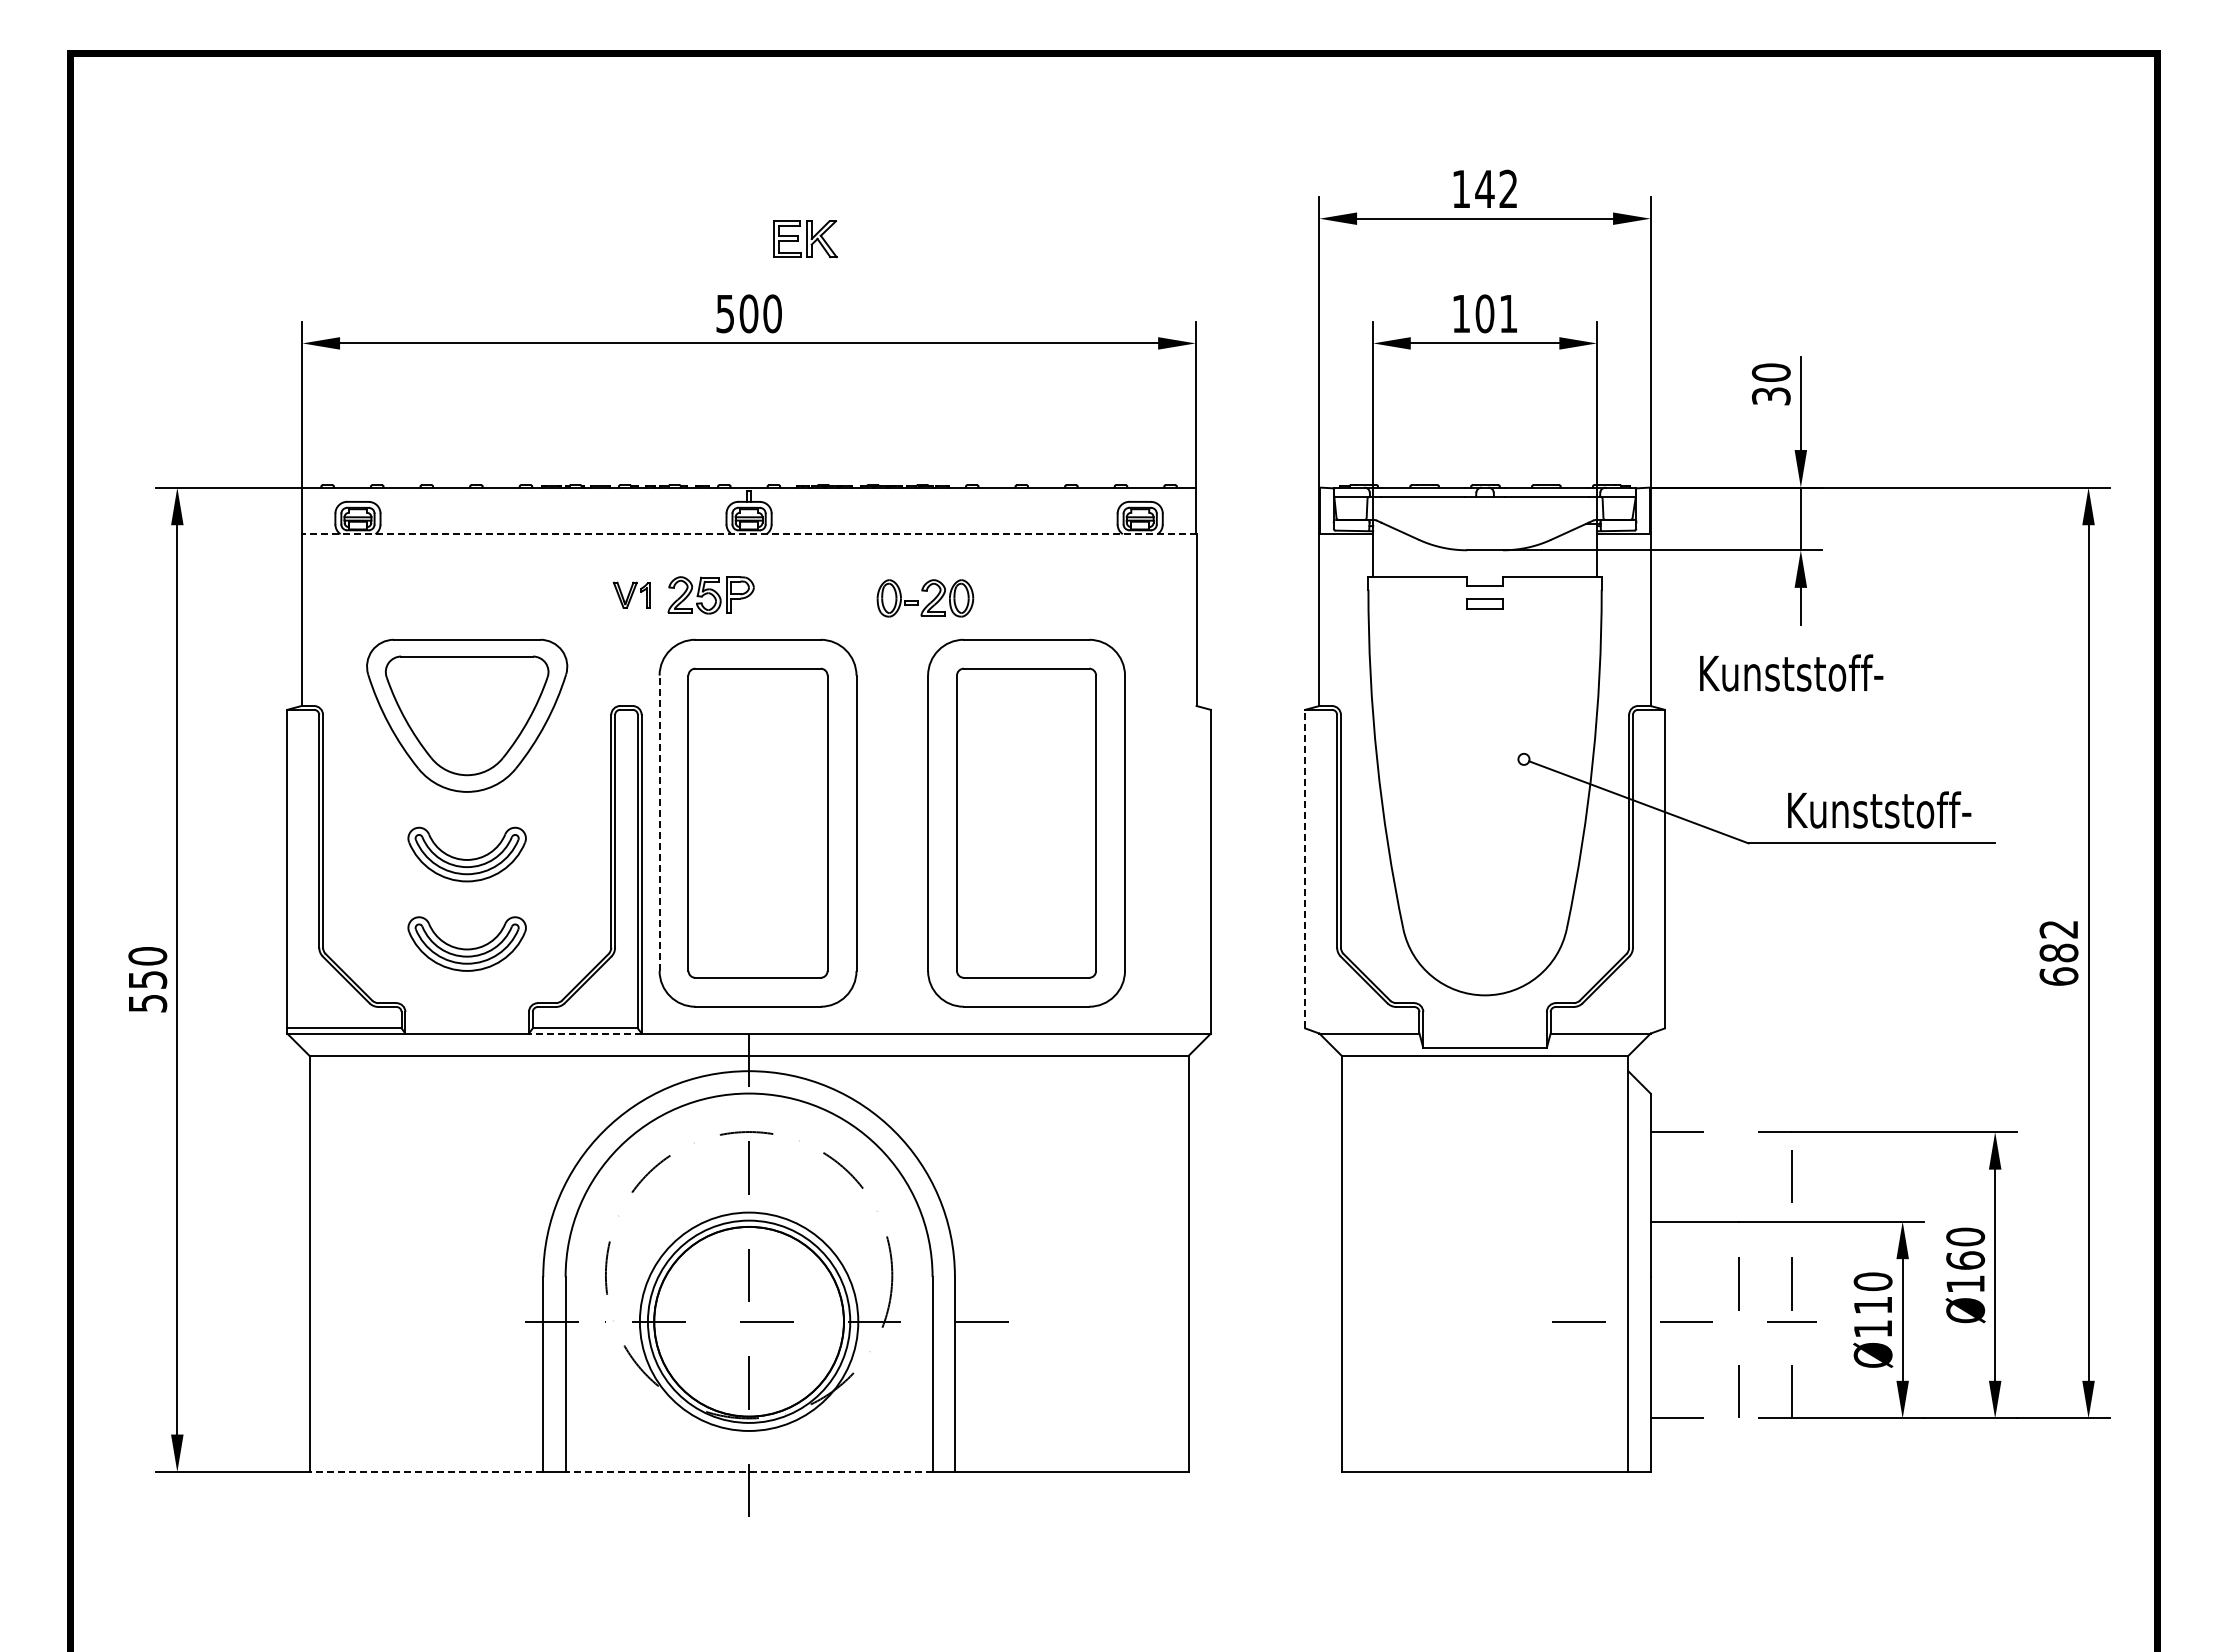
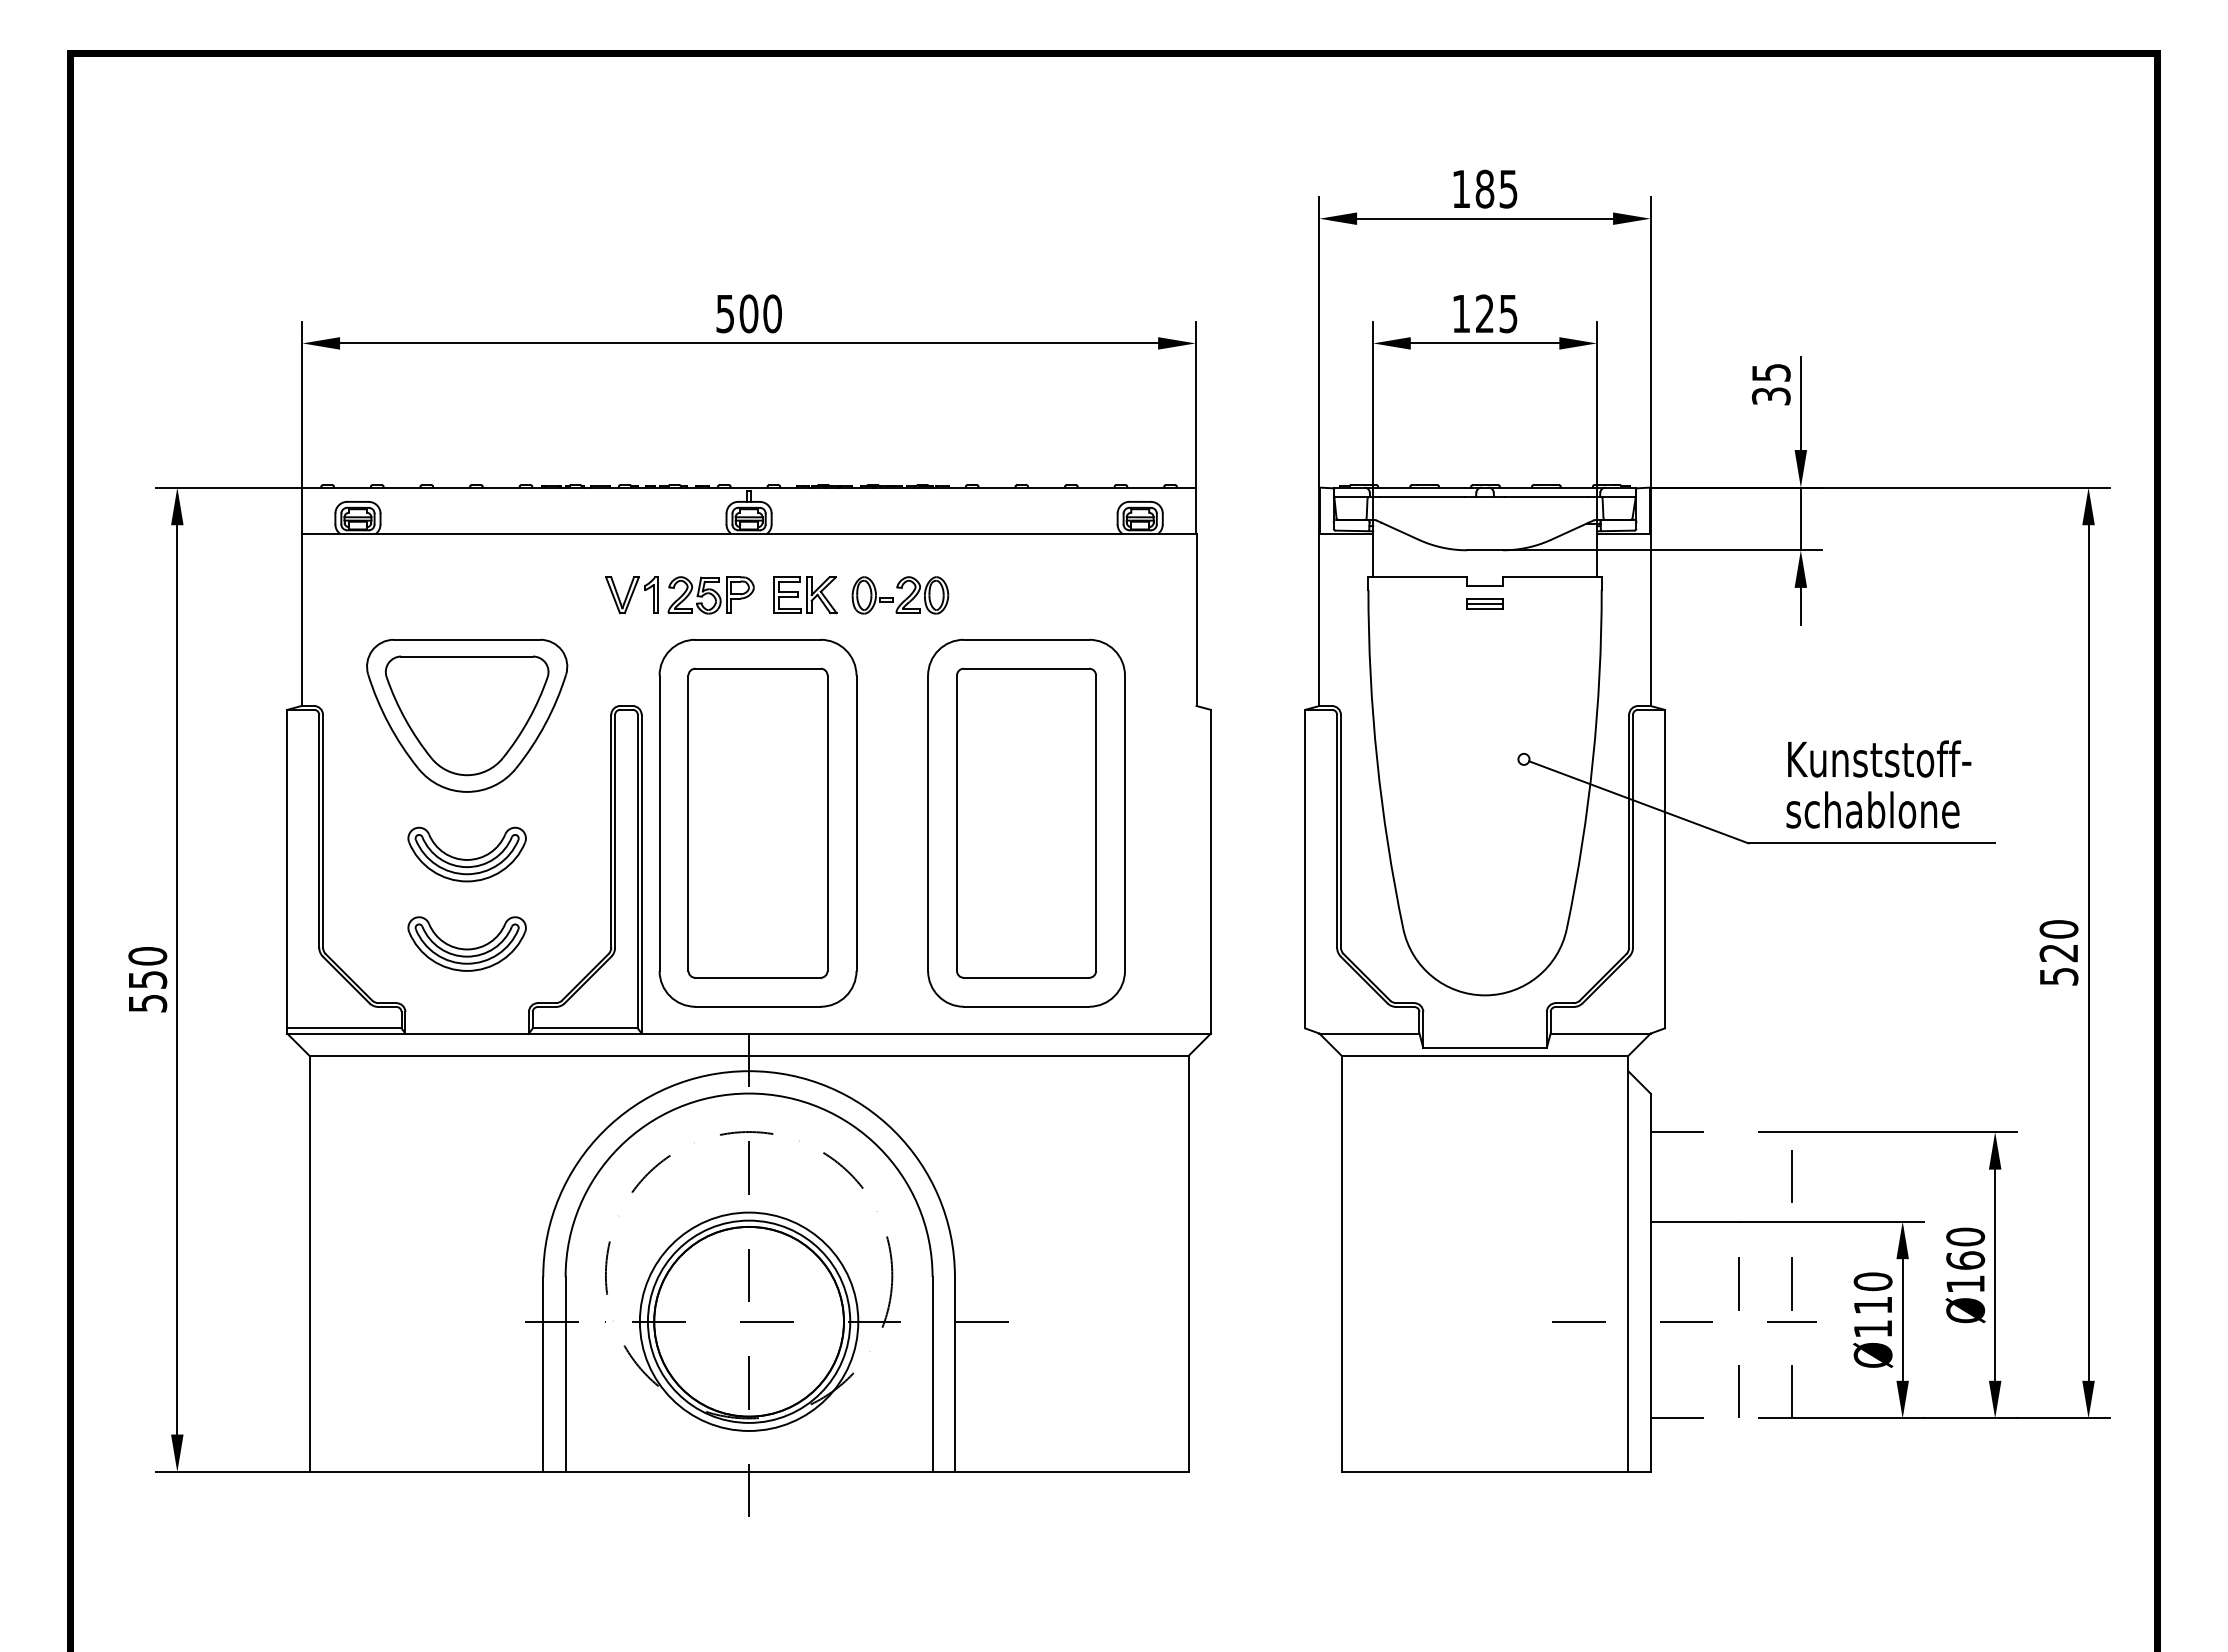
text at (1496, 188): 142 -> 185
part at (805, 239) position: (805, 239) -> (805, 595)
text at (1496, 313): 101 -> 125
text at (1770, 372): 30 -> 35
line at (749, 534): dashed -> solid
part at (631, 594) size: 39x28 px -> 54x39 px
part at (925, 598) position: (925, 598) -> (900, 595)
line at (1484, 603): none -> present
text at (1791, 672) position: (1791, 672) -> (1879, 758)
text at (1878, 809): Kunststoff- -> schablone
line at (659, 823): dashed -> solid
line at (1305, 868): dashed -> solid
text at (2058, 952): 682 -> 520
line at (584, 1033): dashed -> solid
line at (426, 1472): dashed -> solid
line at (748, 1472): dashed -> solid
